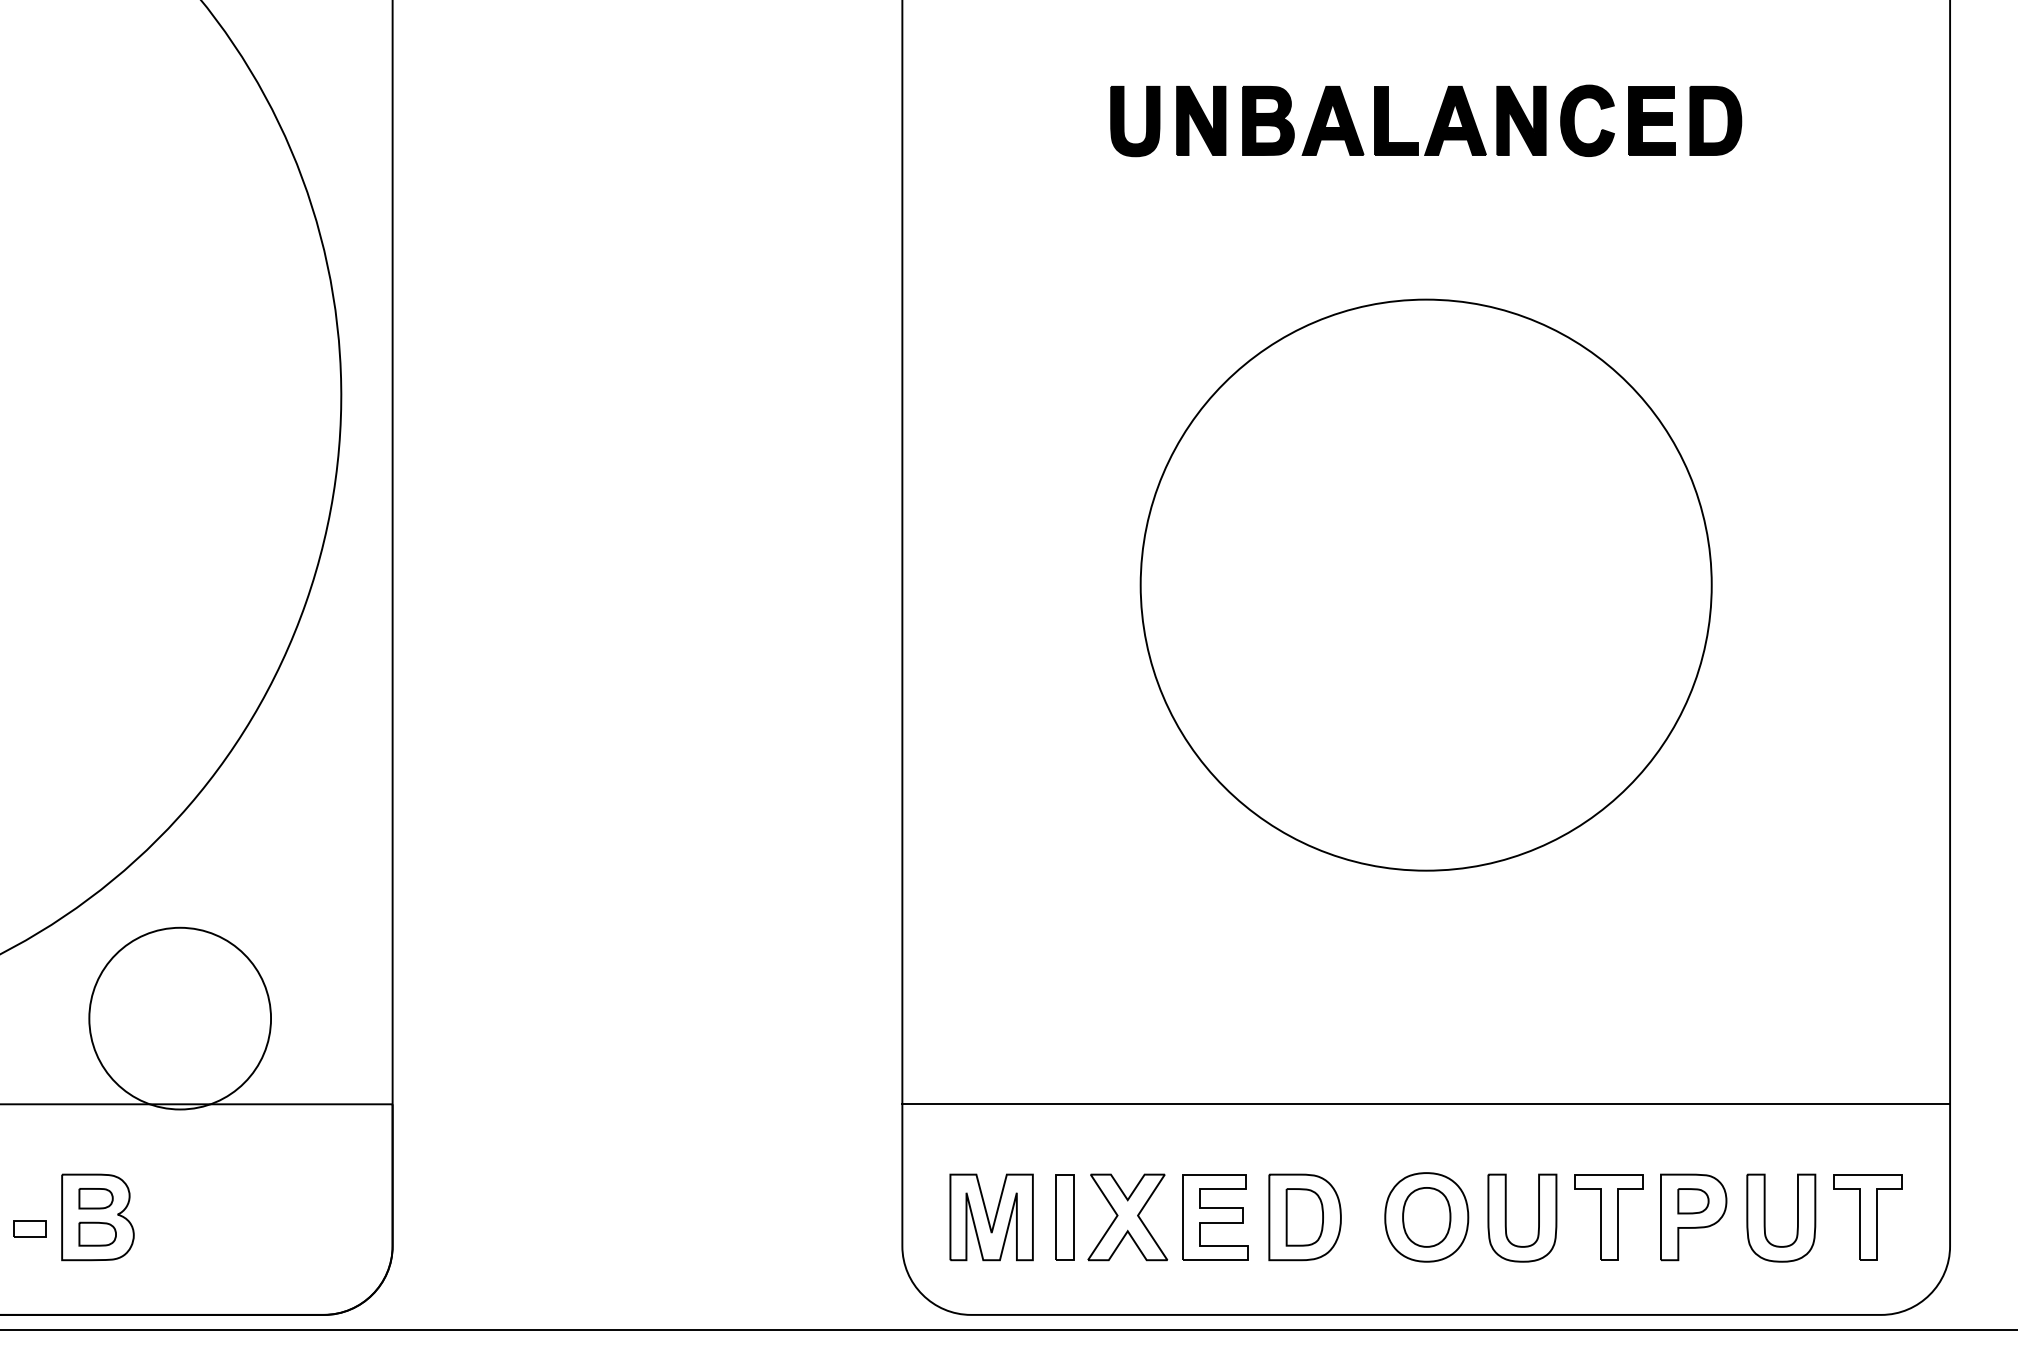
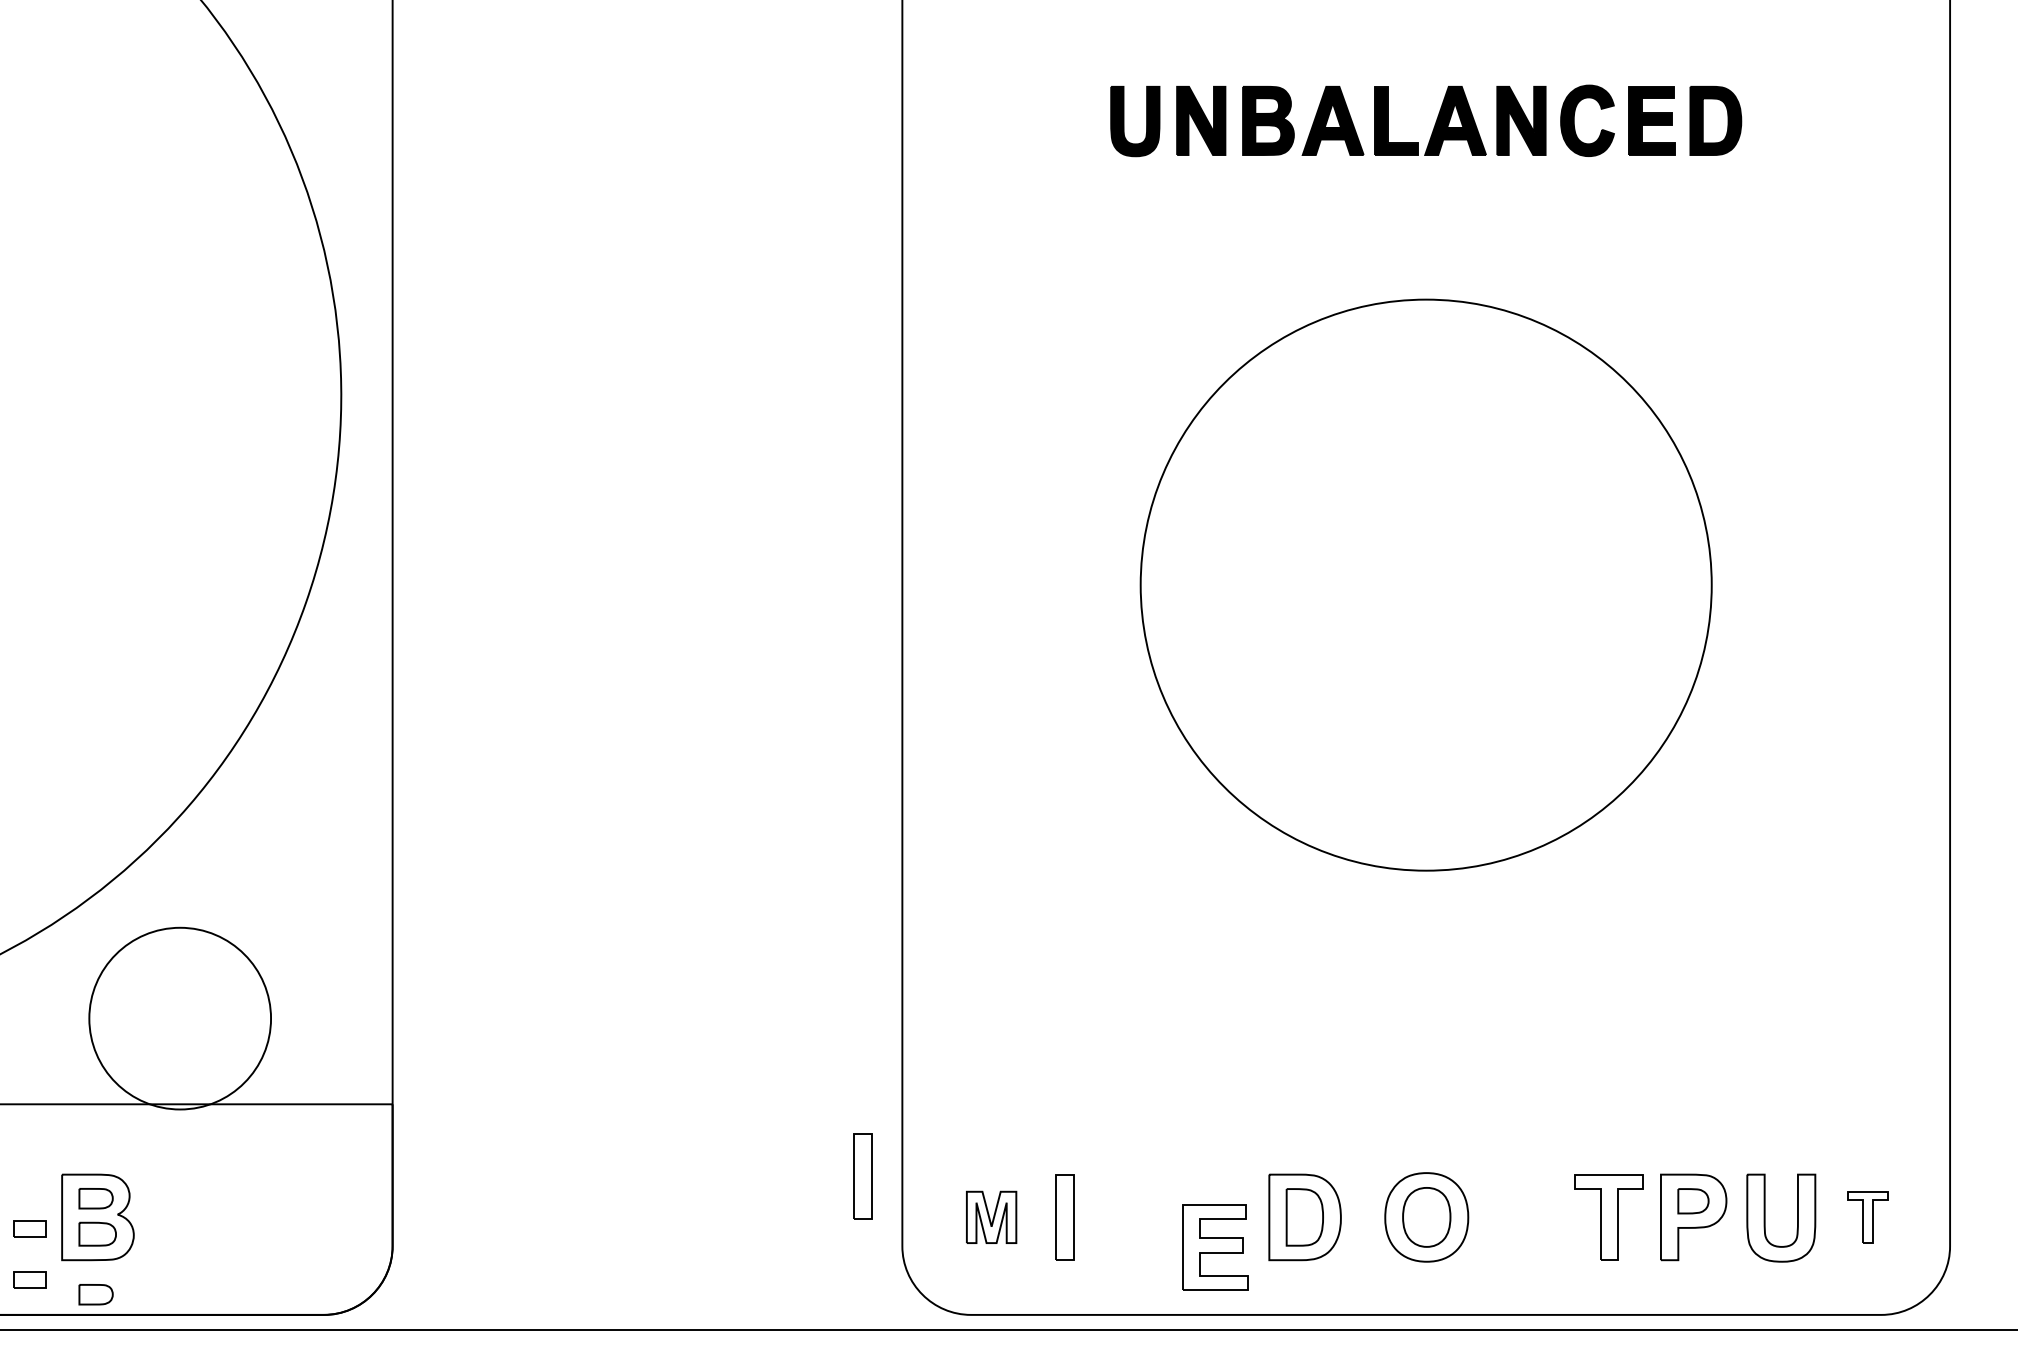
line at (1426, 1104): present -> none
part at (862, 1176): none -> present
part at (991, 1217) size: 85x89 px -> 52x54 px
part at (1127, 1217): present -> none
part at (1215, 1217) position: (1215, 1217) -> (1215, 1247)
part at (1506, 1217): present -> none
part at (1867, 1217) size: 70x87 px -> 42x53 px
part at (29, 1279): none -> present
part at (95, 1294): none -> present
